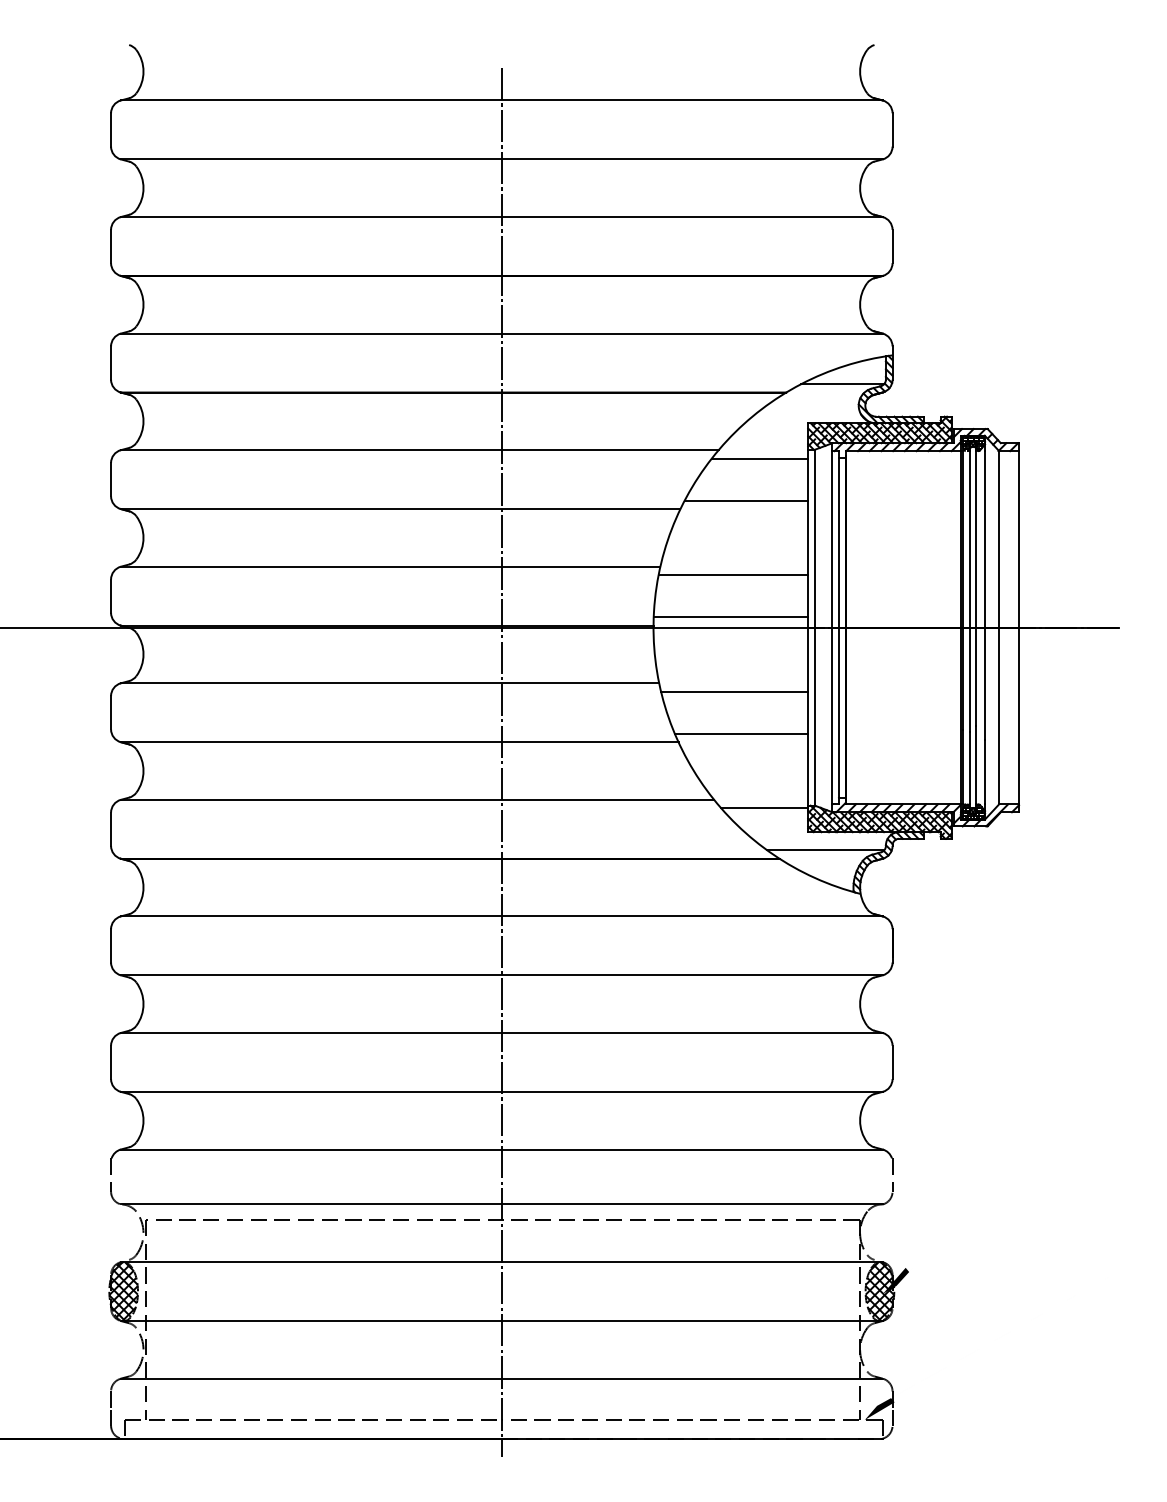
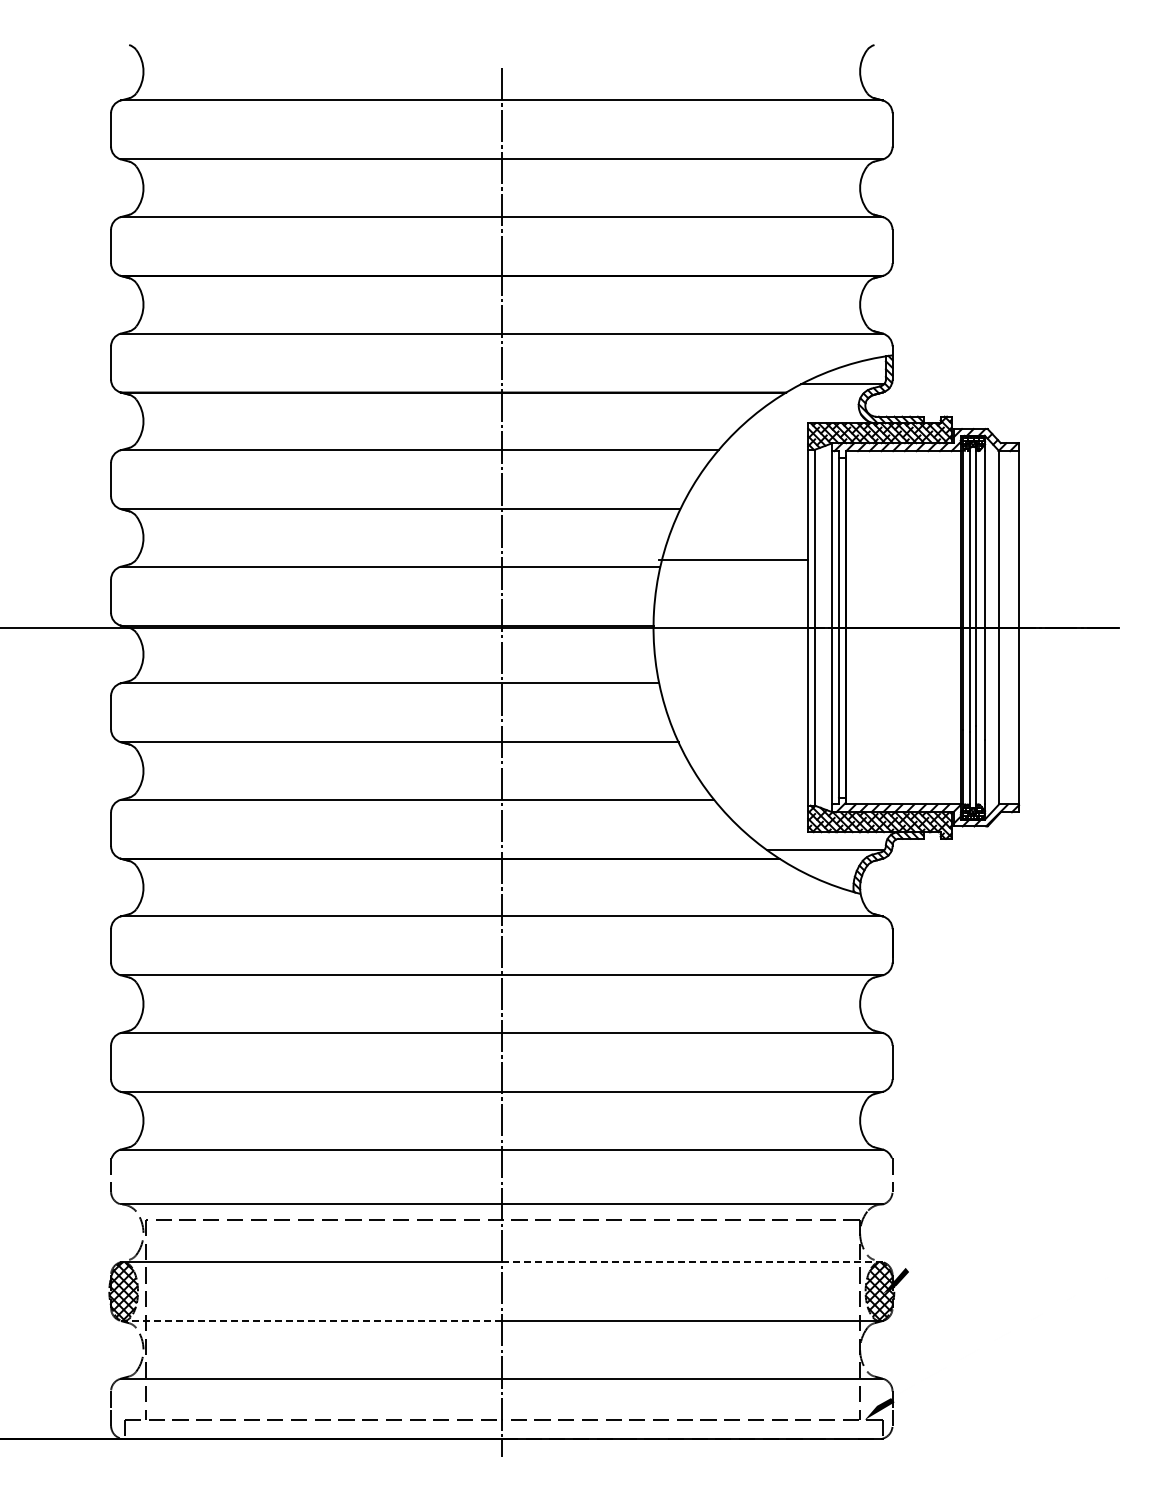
line at (759, 458): present -> none
line at (746, 500): present -> none
line at (733, 575) position: (733, 575) -> (733, 560)
line at (730, 617): present -> none
line at (734, 691): present -> none
line at (741, 733): present -> none
line at (764, 808): present -> none
line at (692, 1262): solid -> dashed
line at (310, 1321): solid -> dashed
